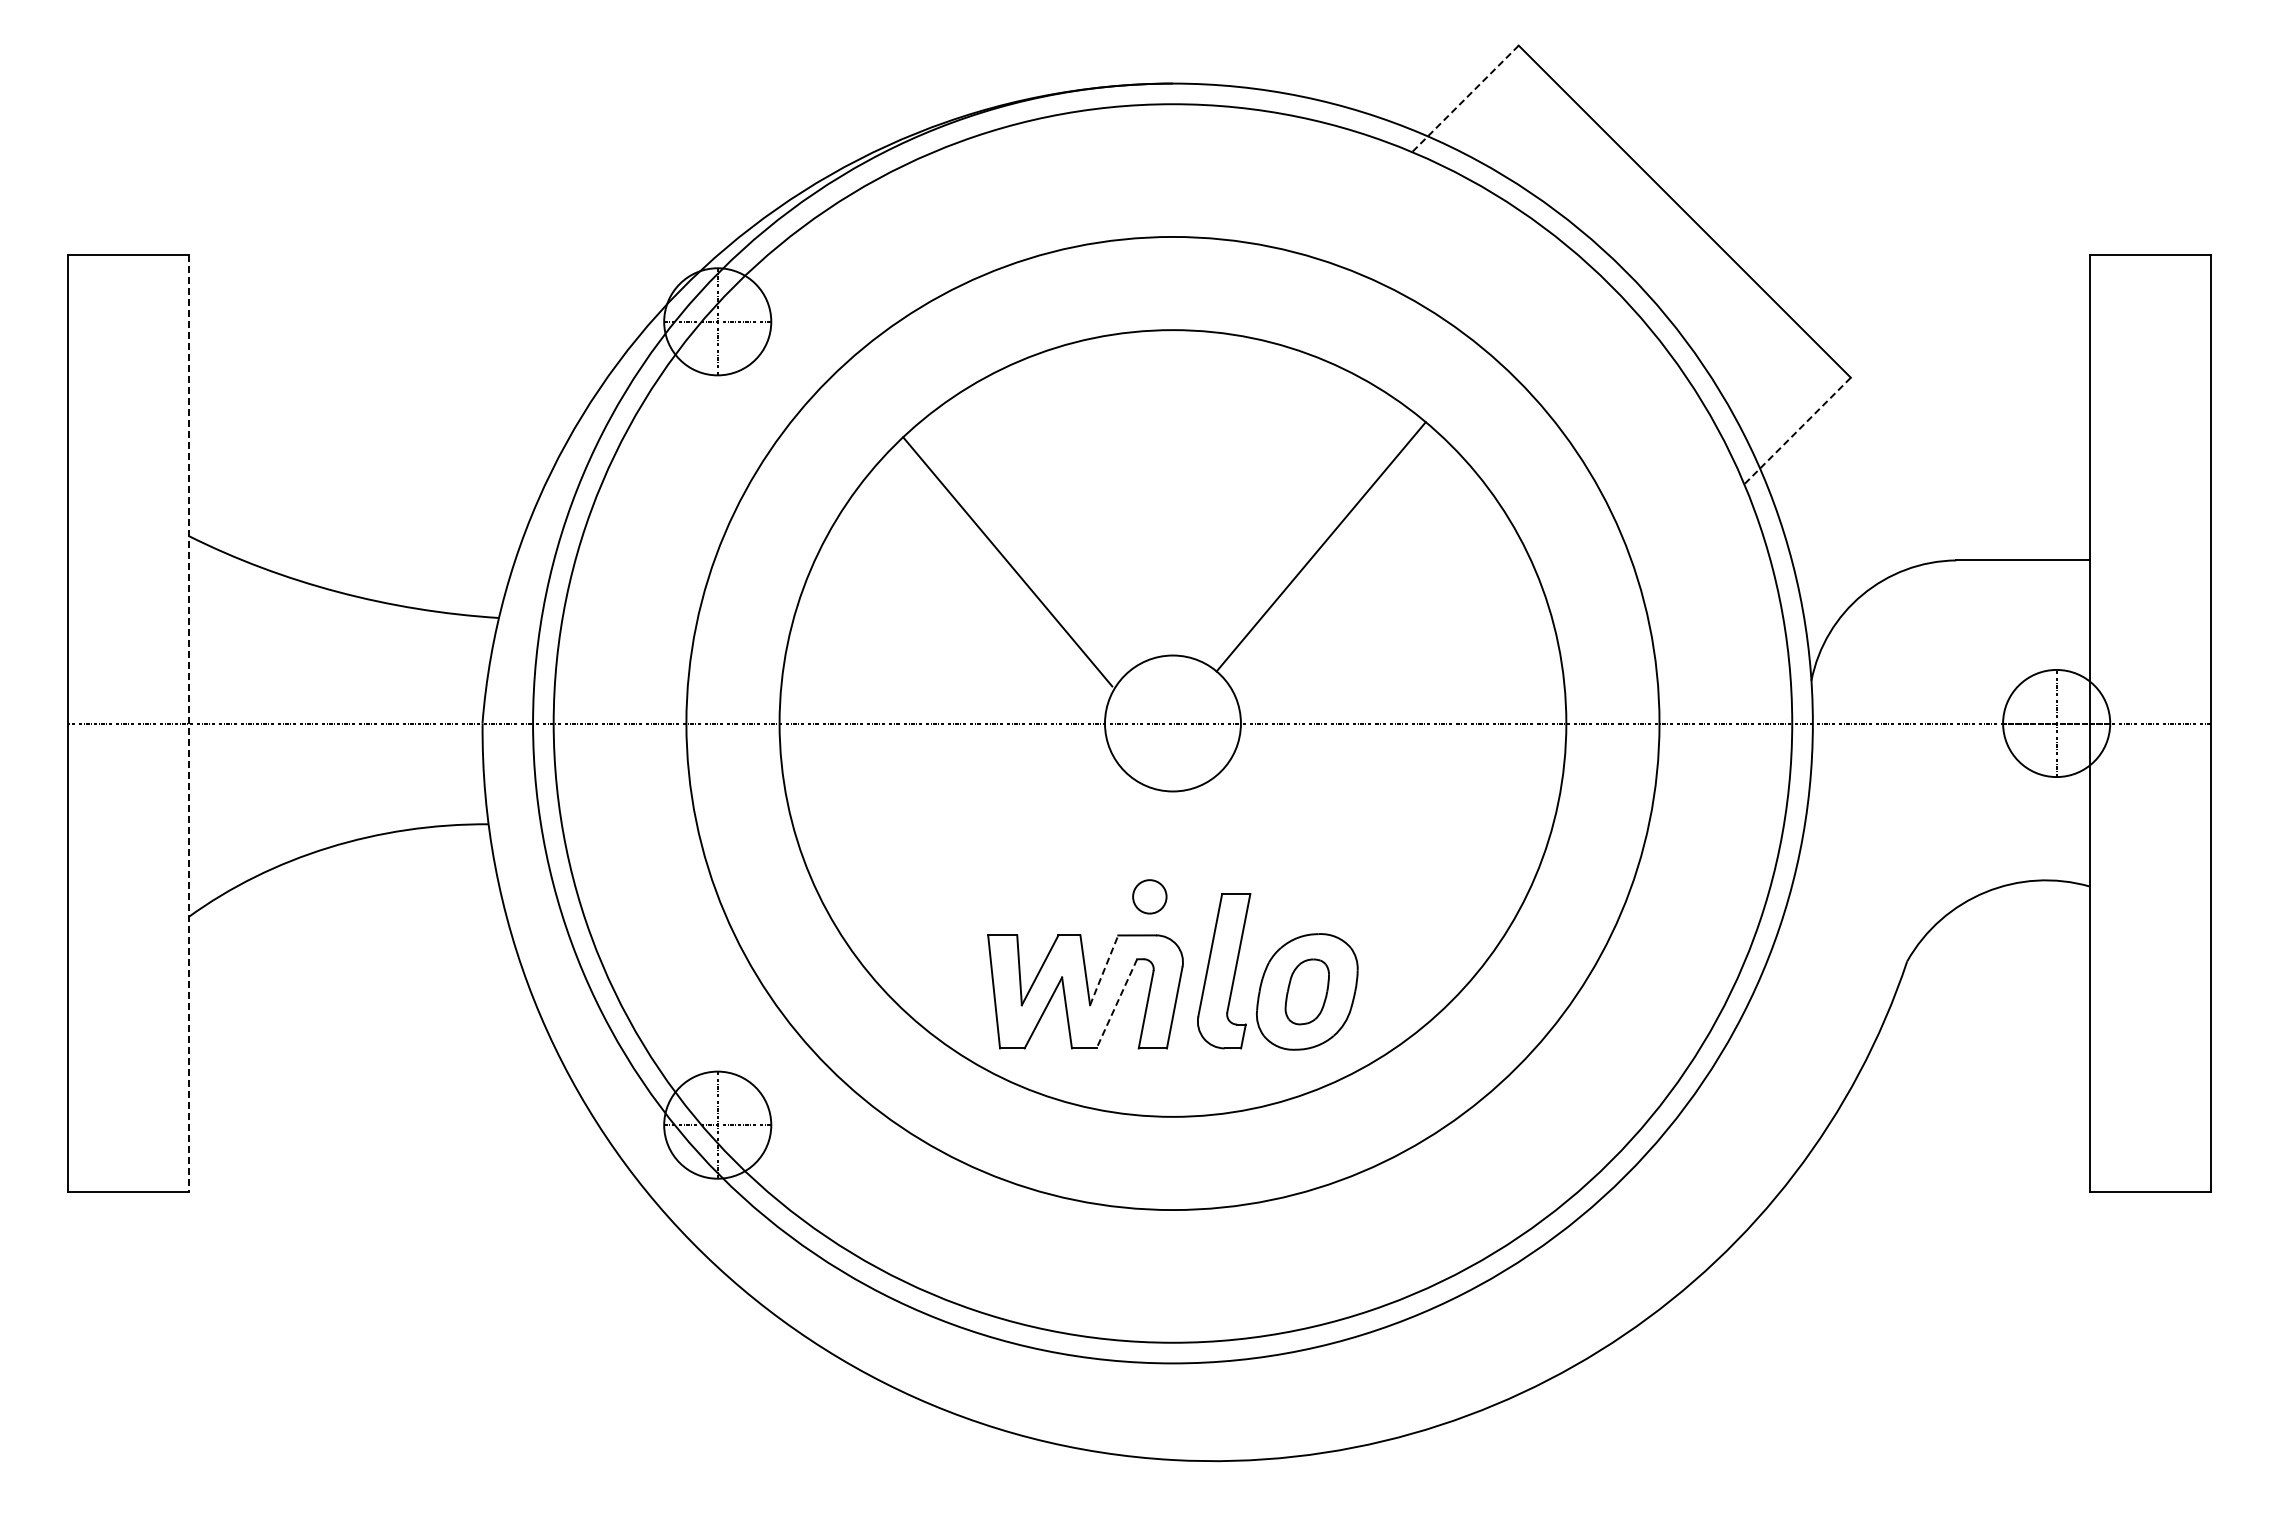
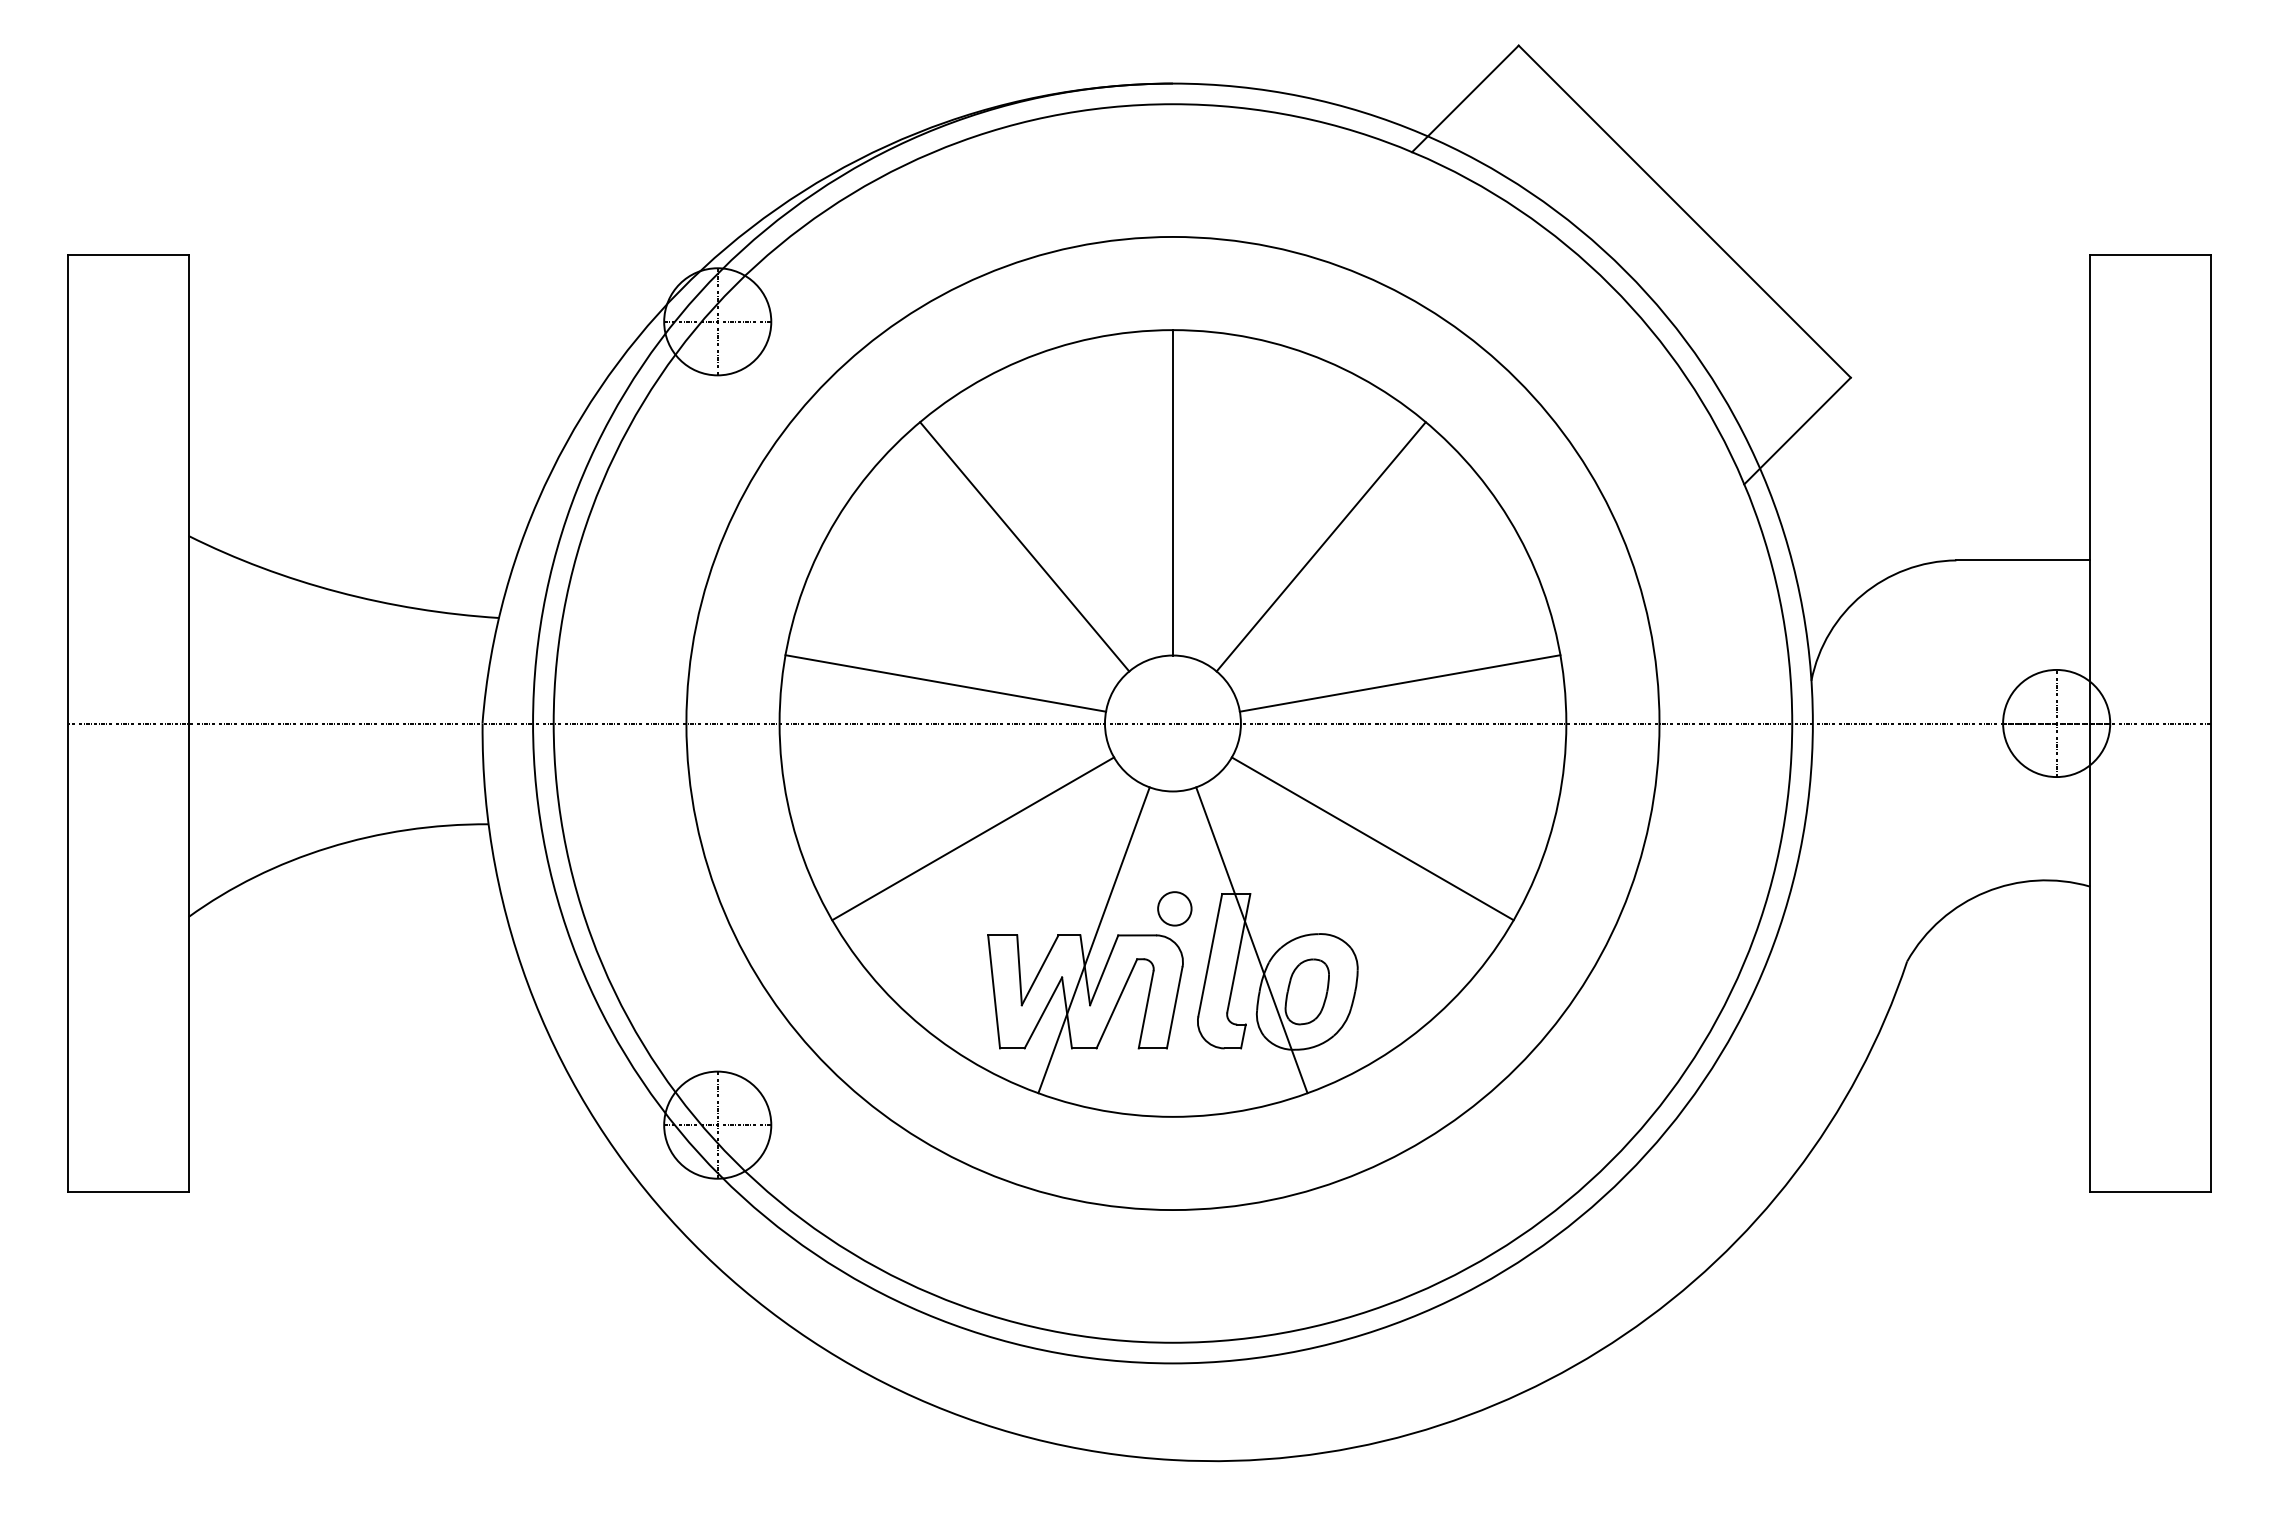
line at (1465, 99): dashed -> solid
line at (1797, 431): dashed -> solid
line at (1172, 492): none -> present
line at (1007, 561) position: (1007, 561) -> (1024, 546)
line at (945, 683): none -> present
line at (1399, 683): none -> present
line at (188, 723): dashed -> solid
line at (973, 838): none -> present
line at (1372, 838): none -> present
circle at (1149, 896) position: (1149, 896) -> (1174, 908)
line at (1093, 940): none -> present
line at (1251, 940): none -> present
line at (1104, 970): dashed -> solid
line at (1116, 1003): dashed -> solid
